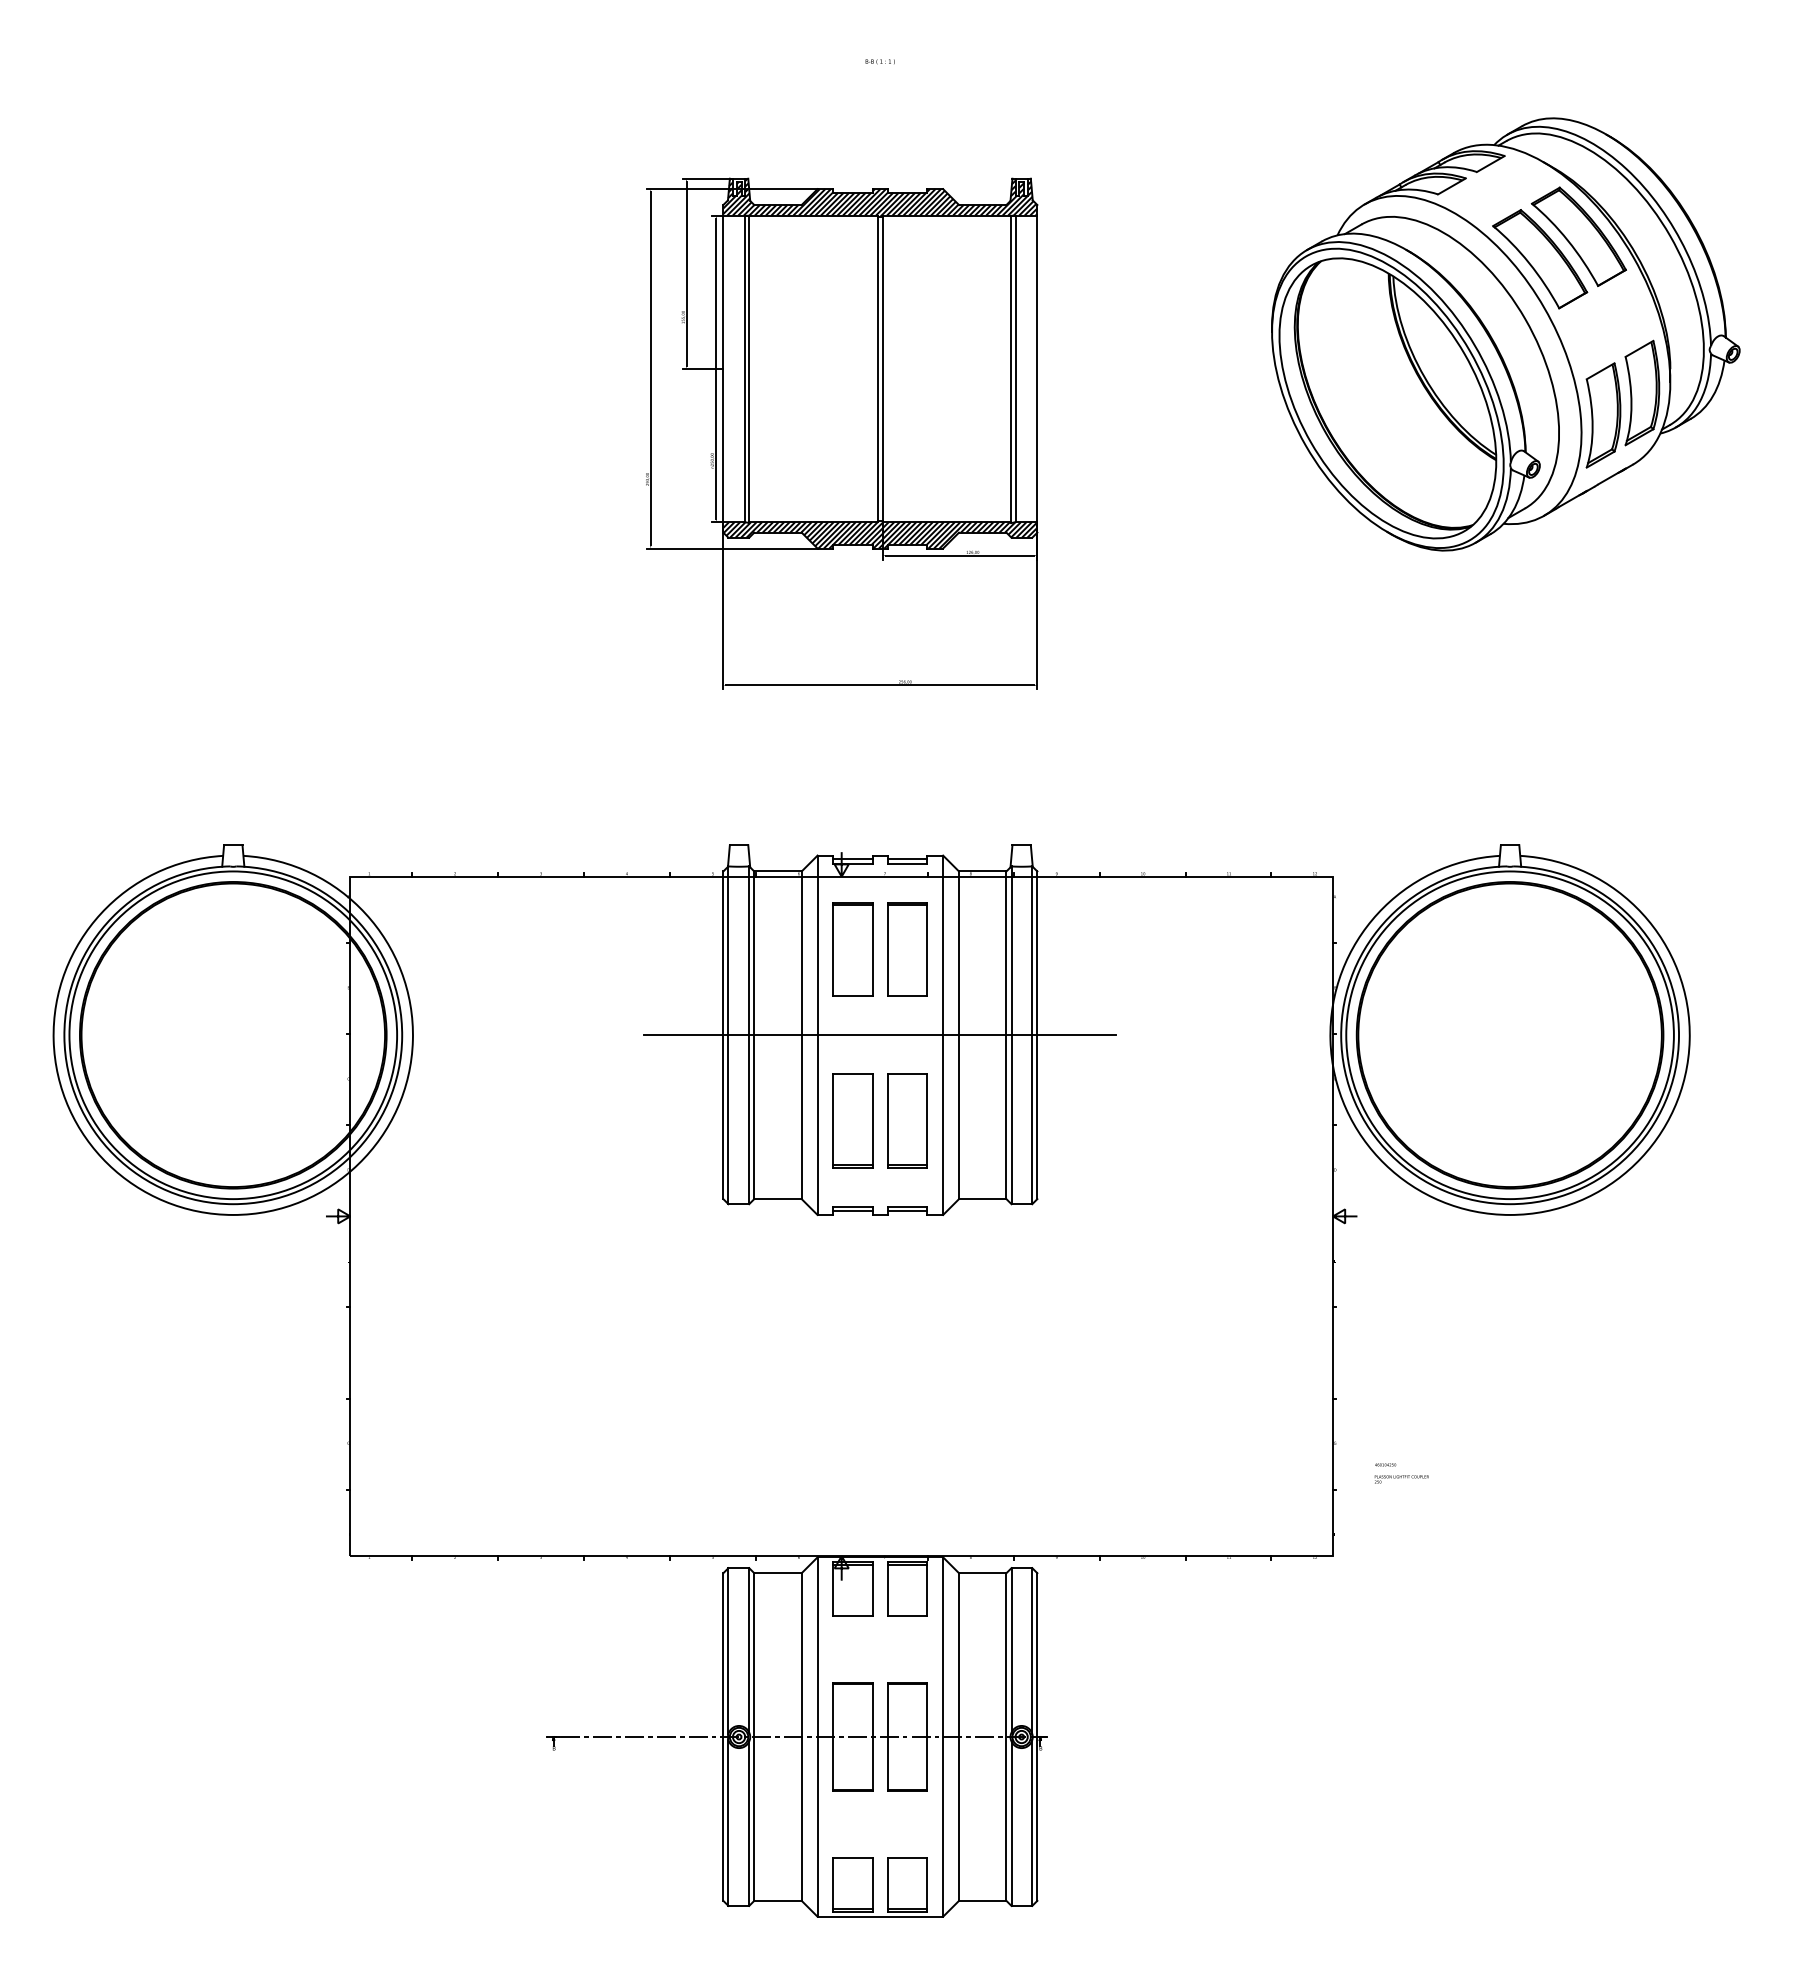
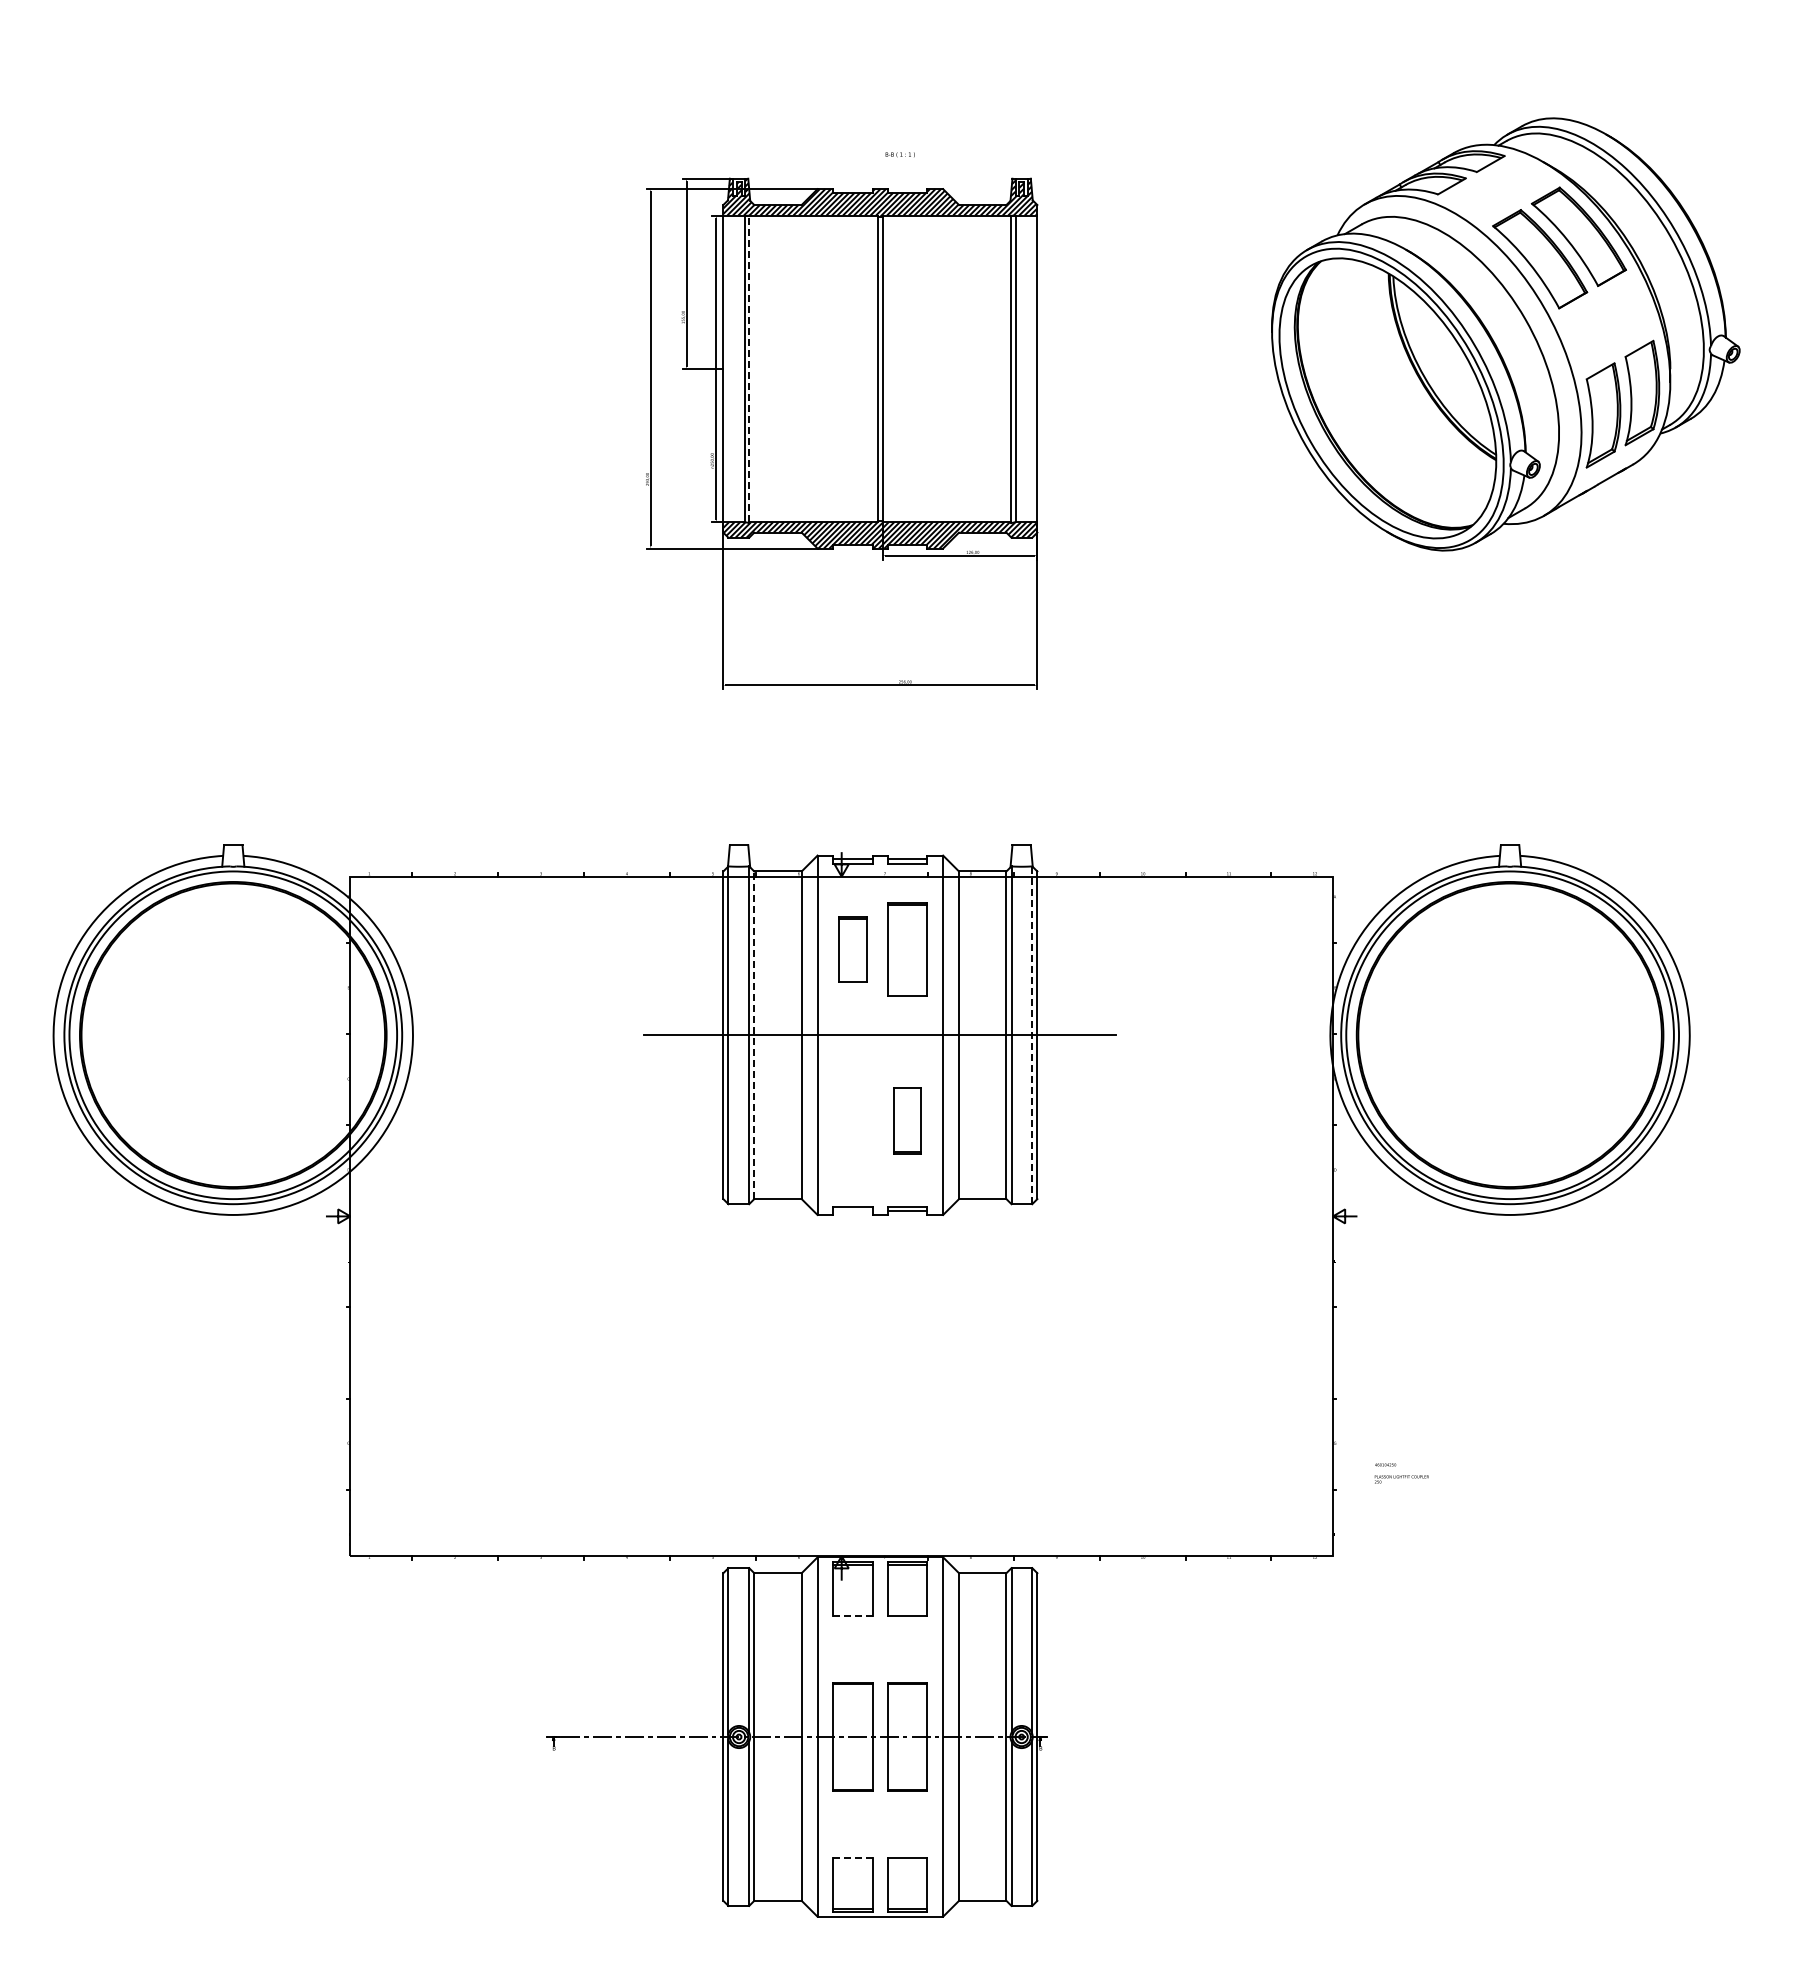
text at (879, 61) position: (879, 61) -> (899, 154)
line at (749, 368): solid -> dashed
part at (852, 949) size: 42x95 px -> 30x67 px
line at (754, 1035): solid -> dashed
line at (1032, 1035): solid -> dashed
part at (852, 1120): present -> none
part at (907, 1120) size: 41x96 px -> 29x68 px
line at (852, 1211): present -> none
line at (852, 1615): solid -> dashed
line at (852, 1858): solid -> dashed
